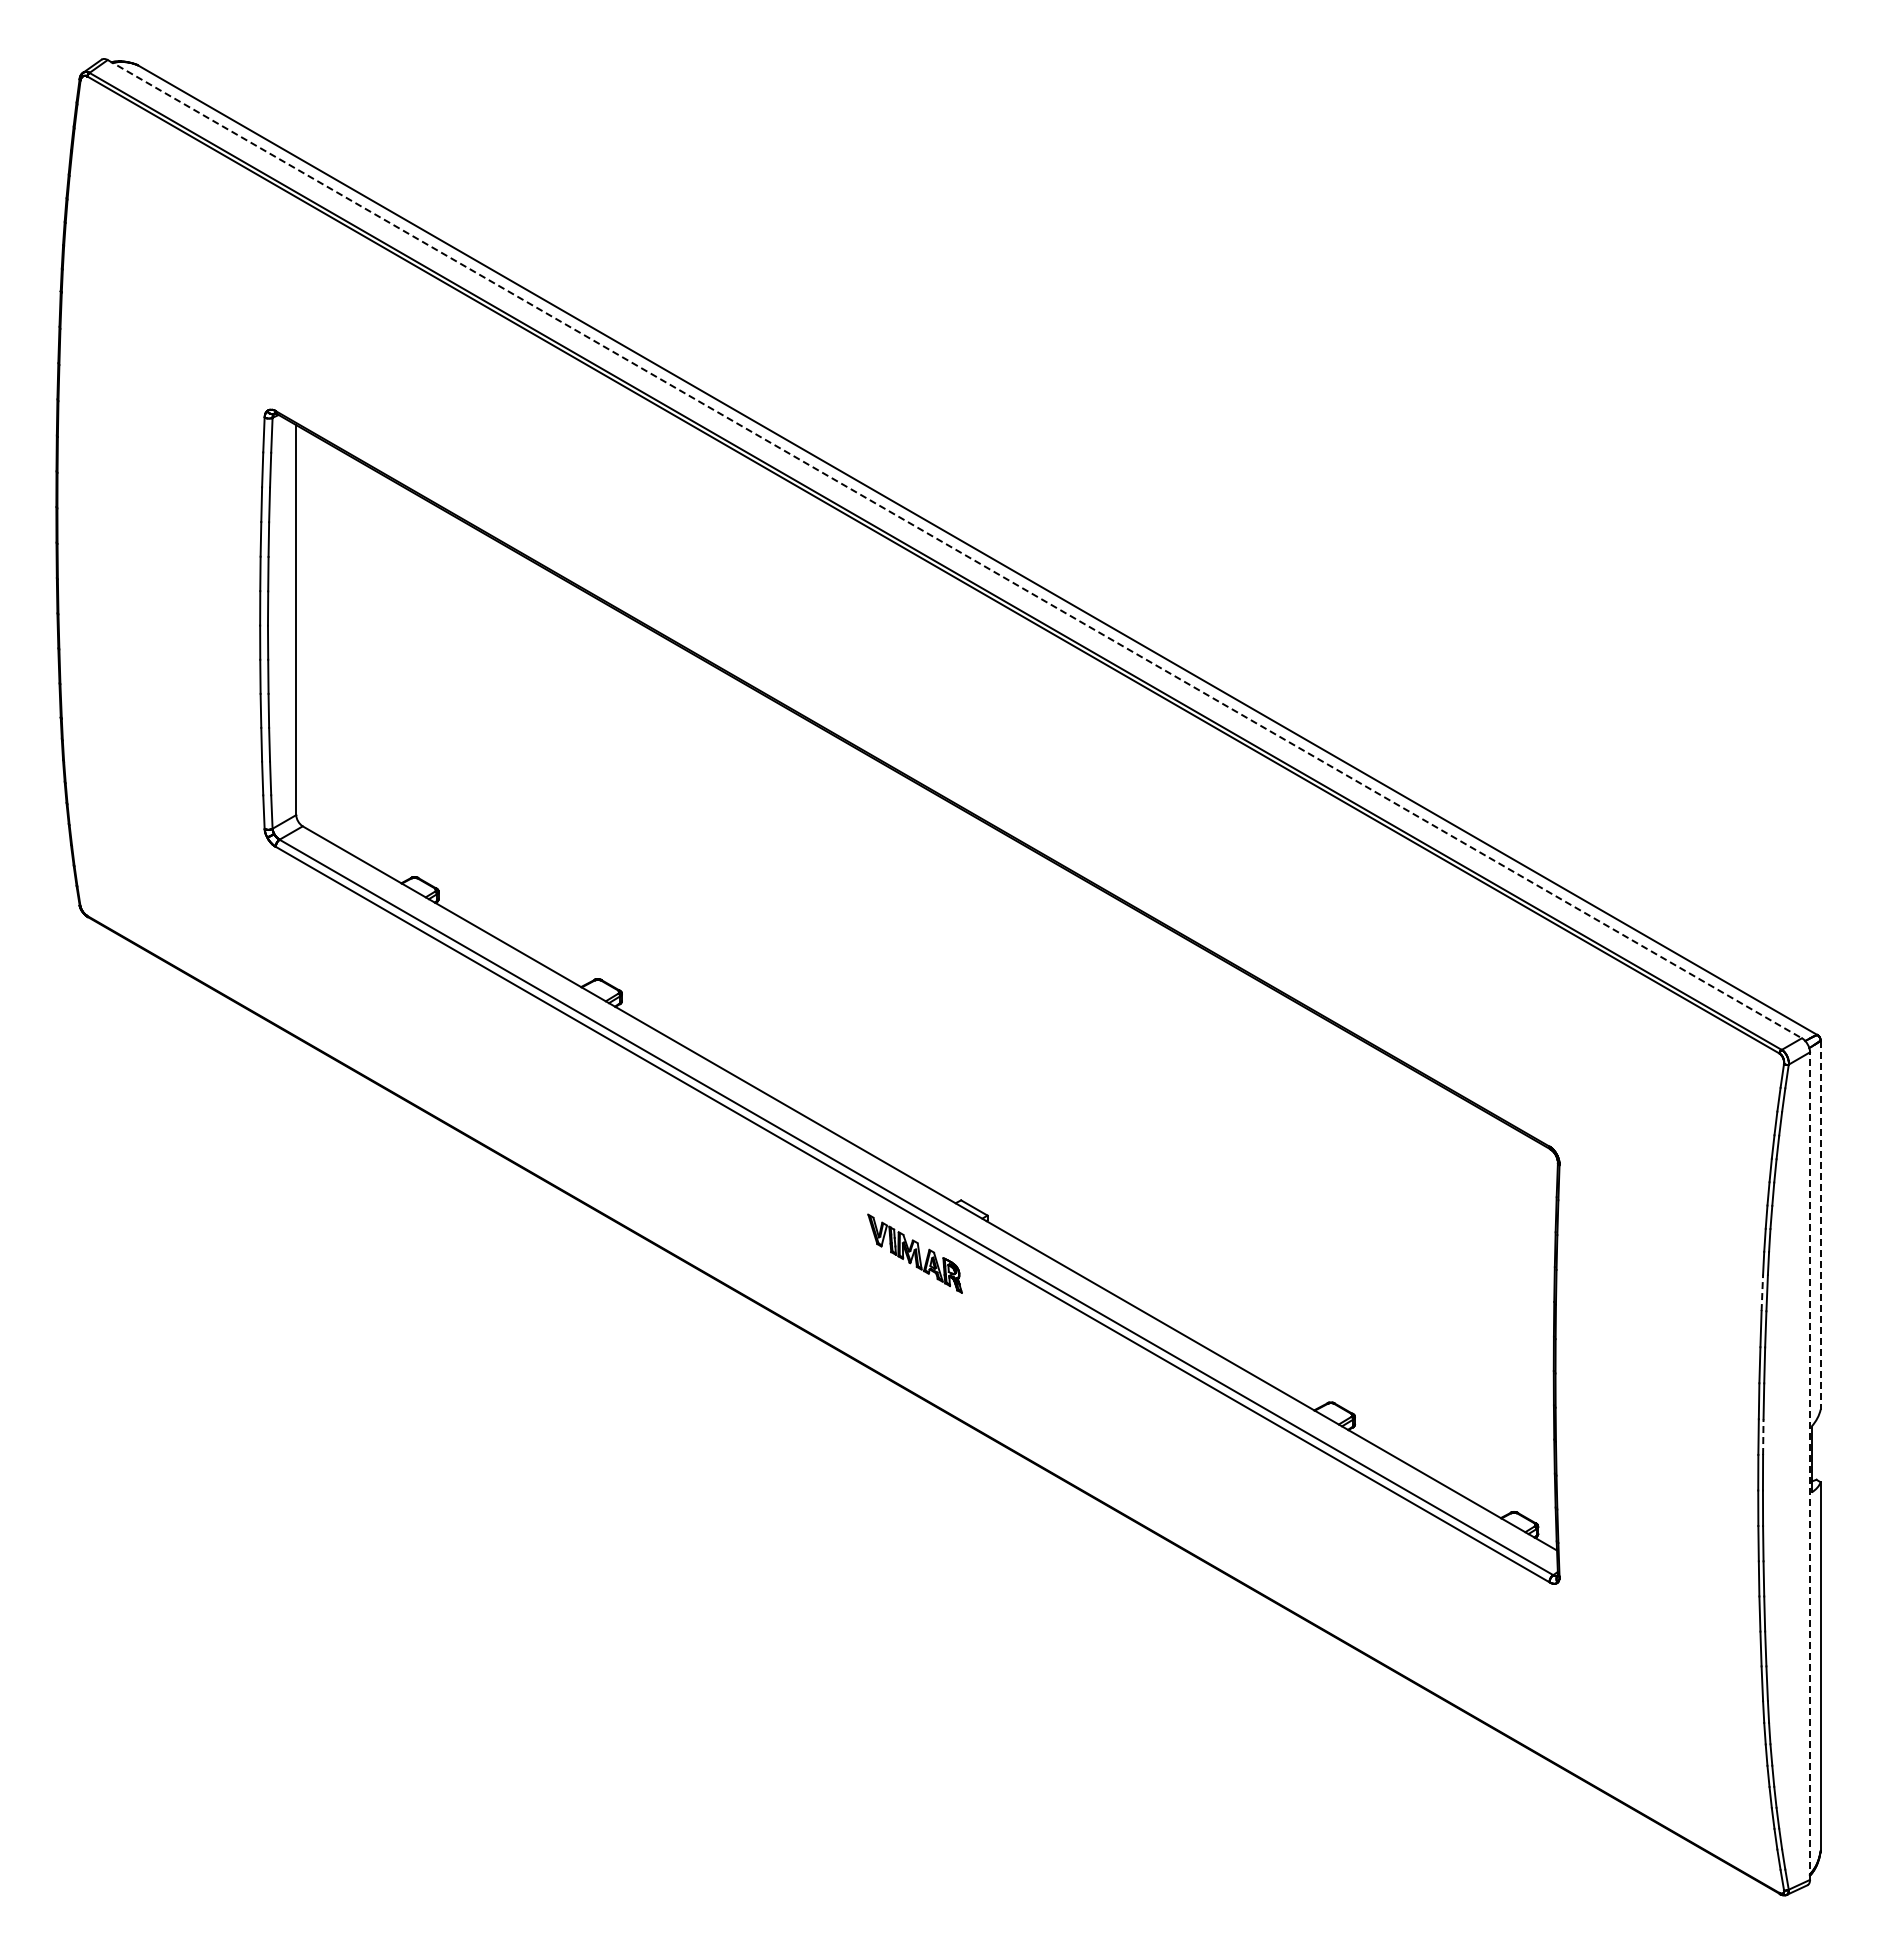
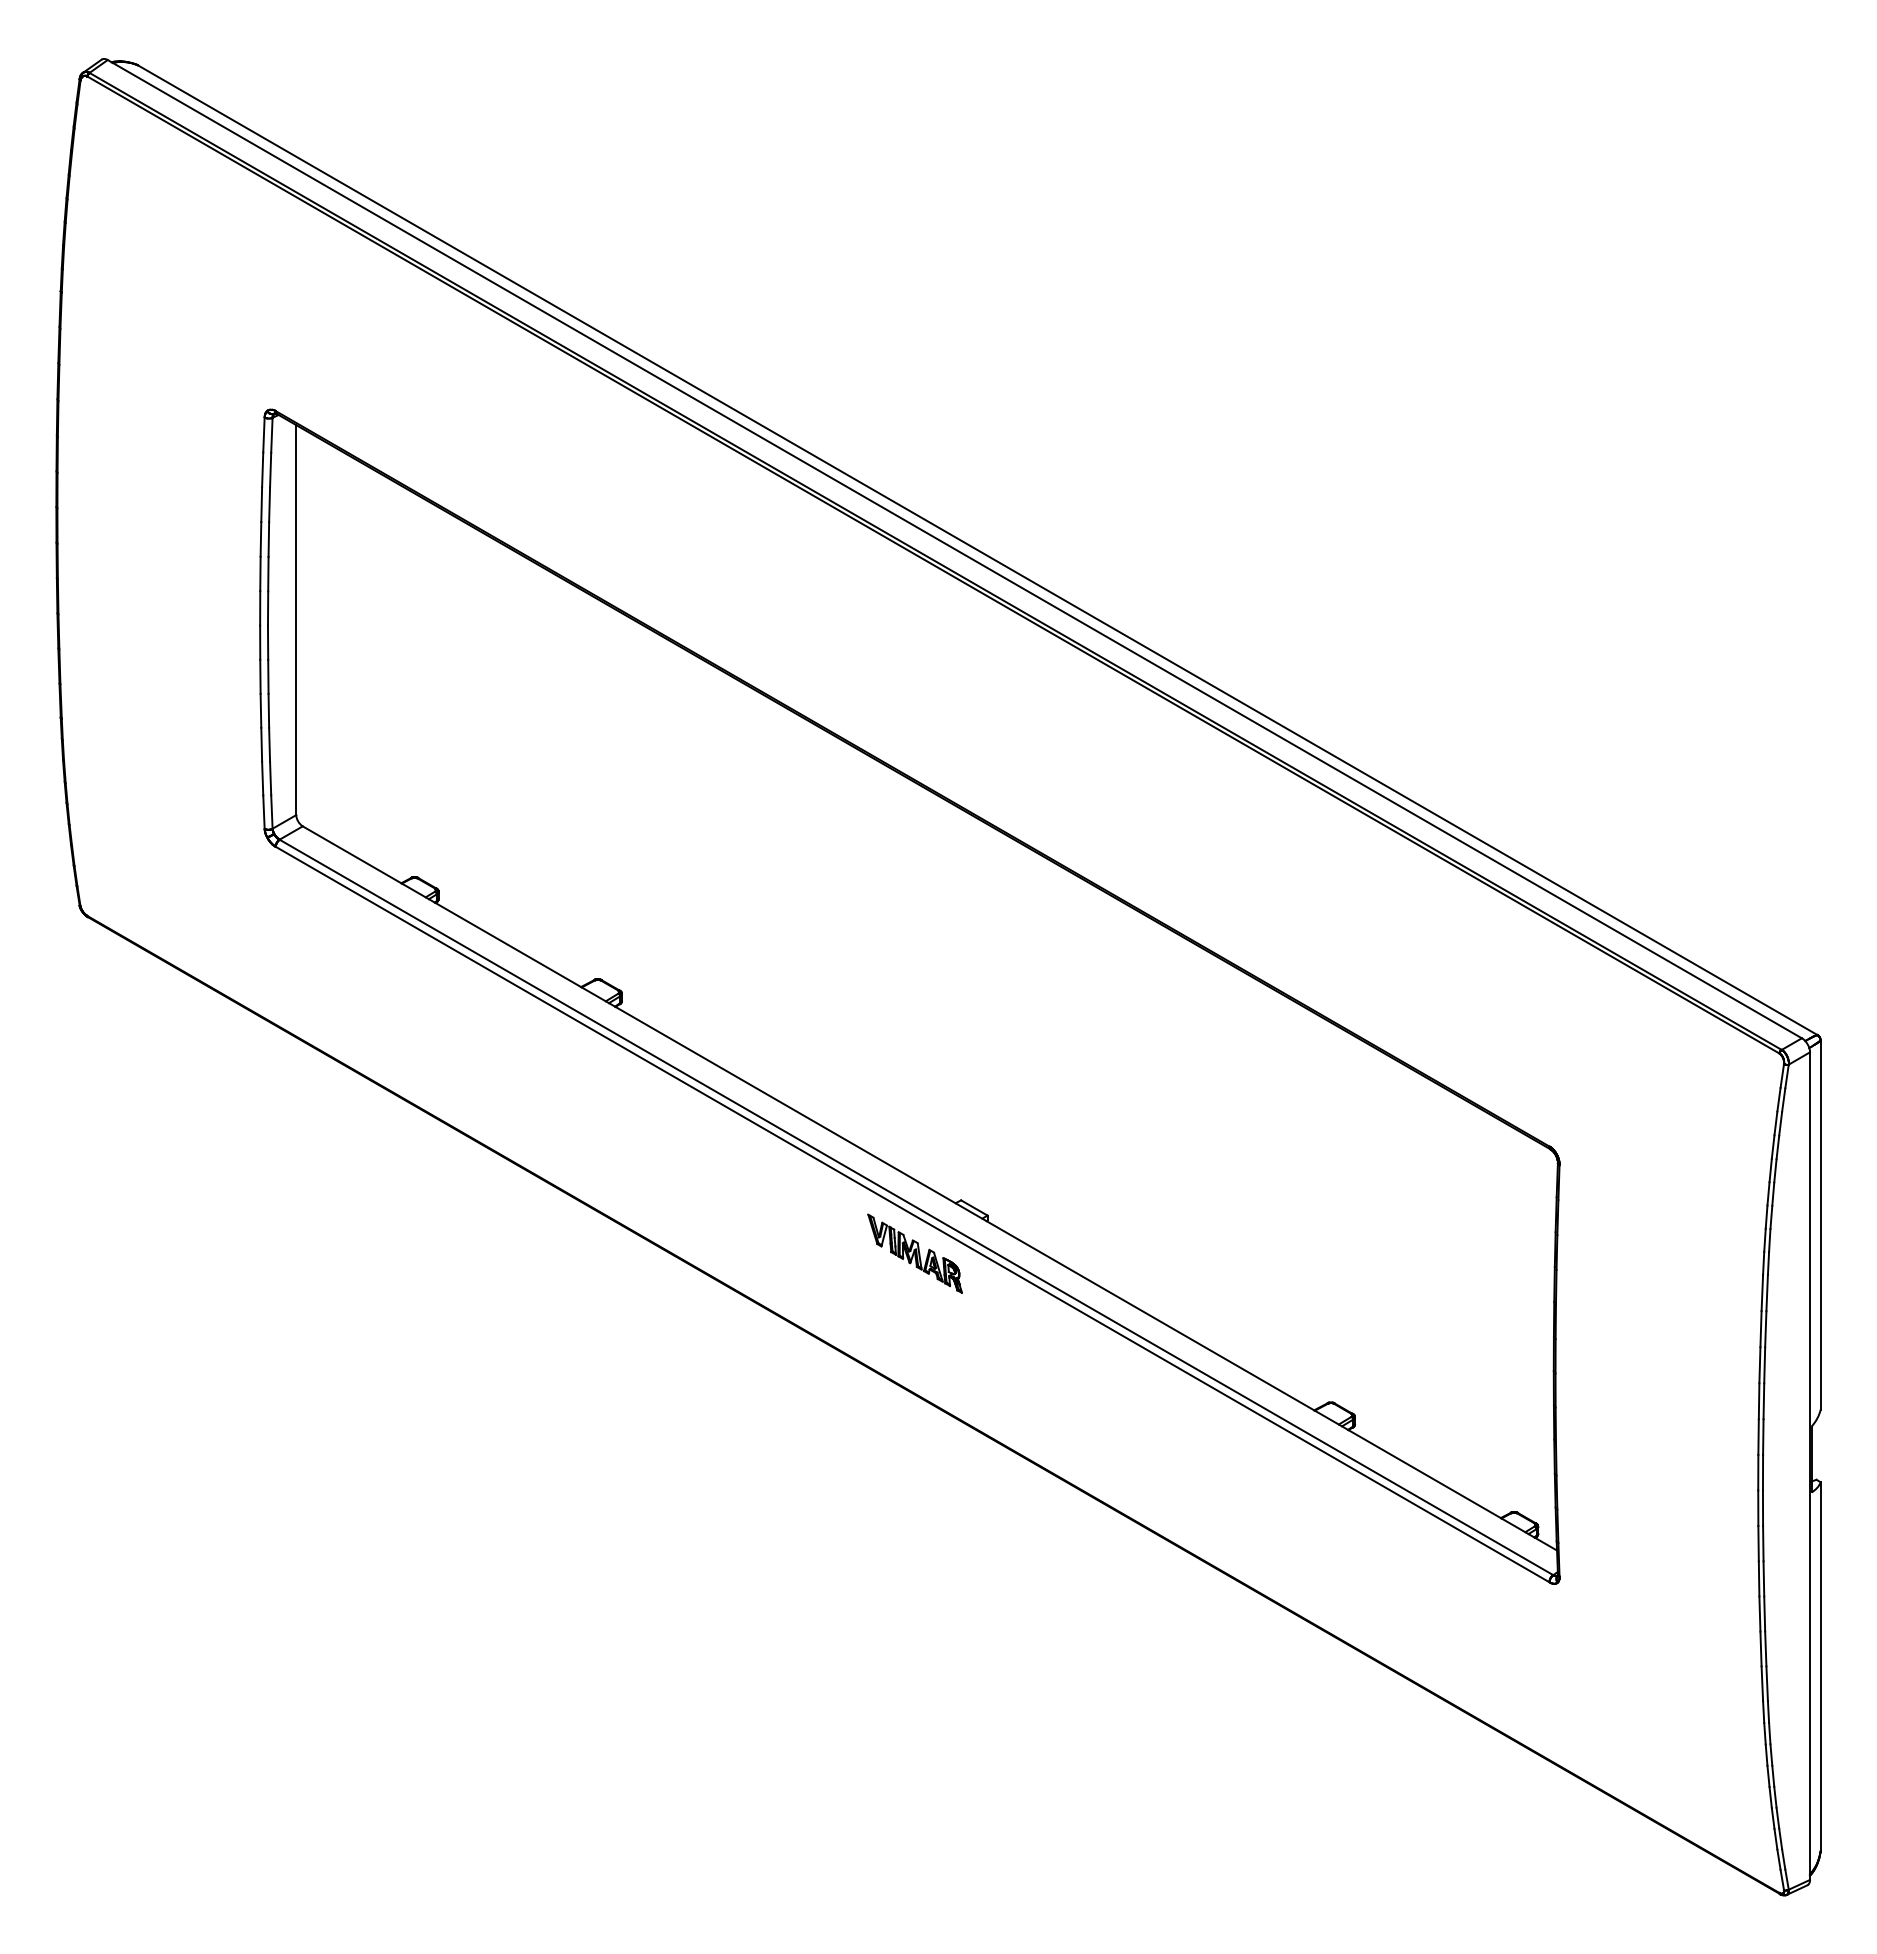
line at (955, 549): dashed -> solid
line at (1820, 1225): dashed -> solid
line at (1762, 1292): dashed -> solid
line at (1763, 1437): dashed -> solid
line at (1809, 1466): dashed -> solid
